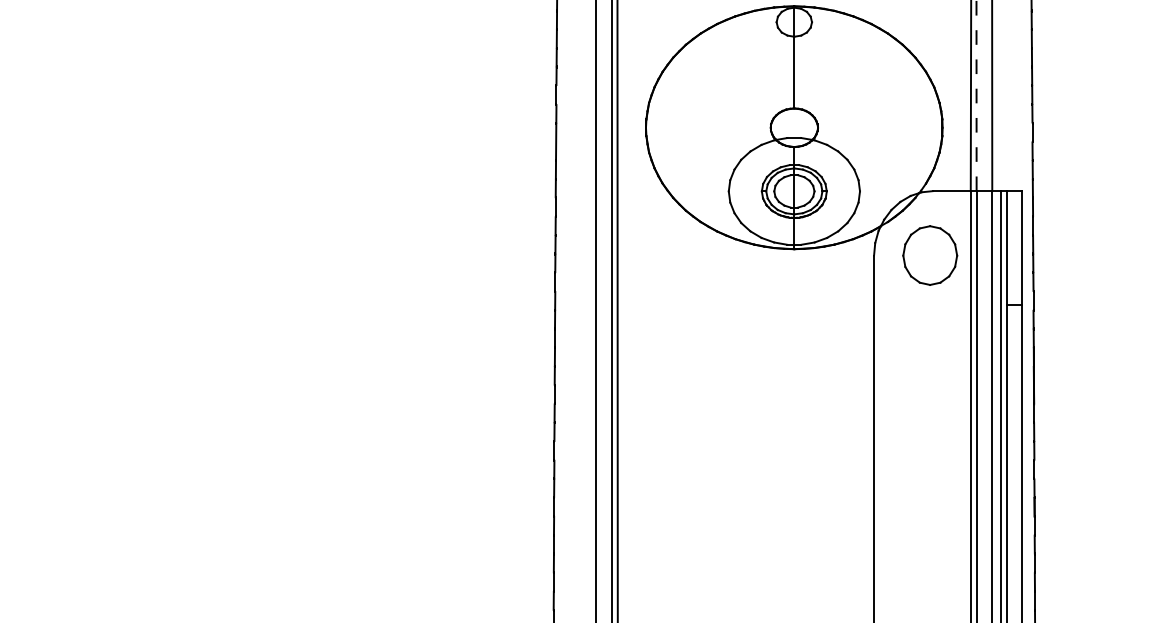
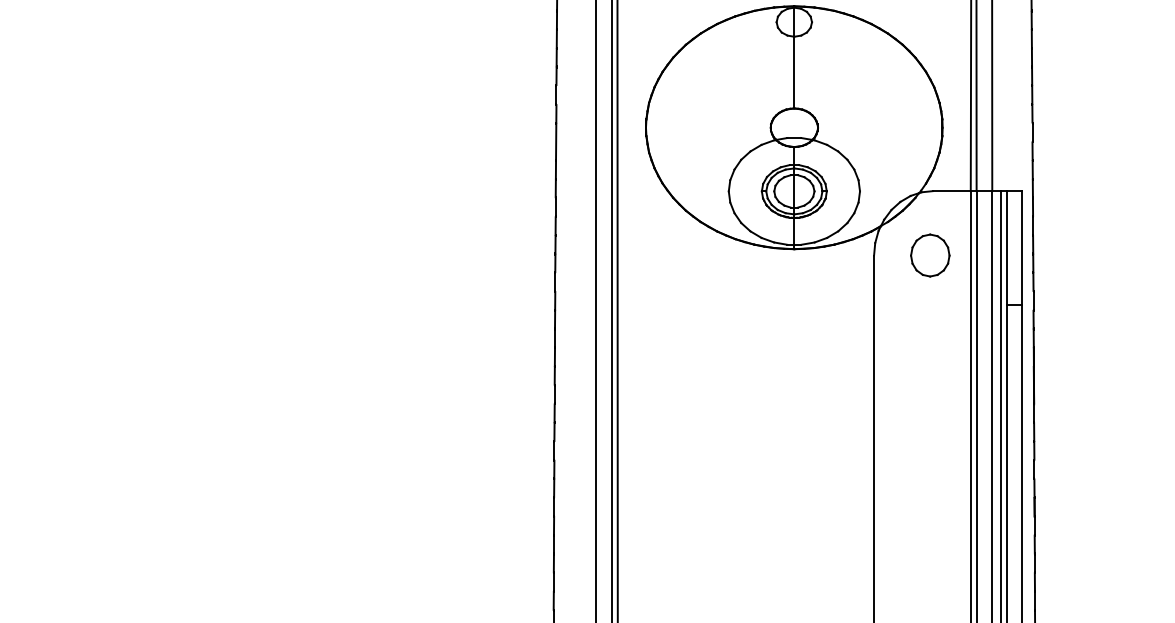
line at (976, 95): dashed -> solid
part at (930, 255) size: 57x61 px -> 41x45 px
